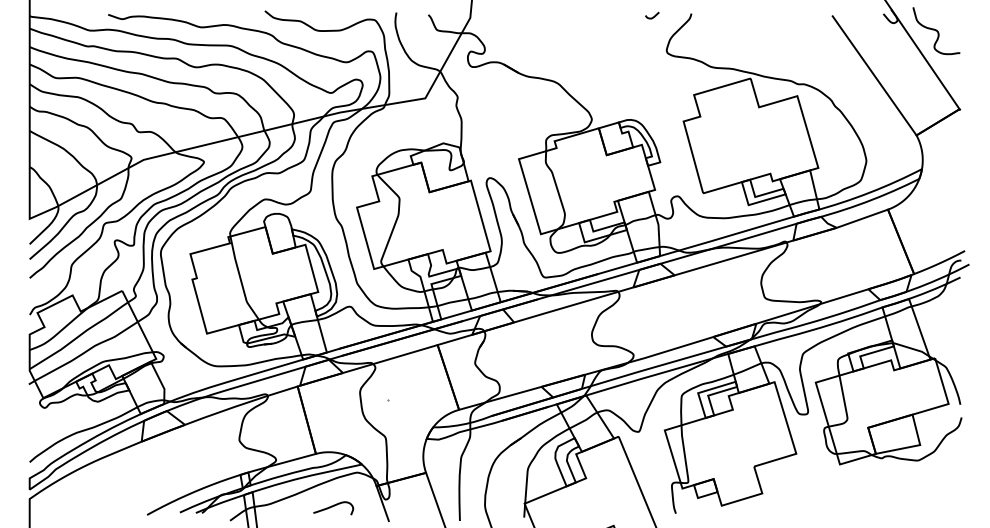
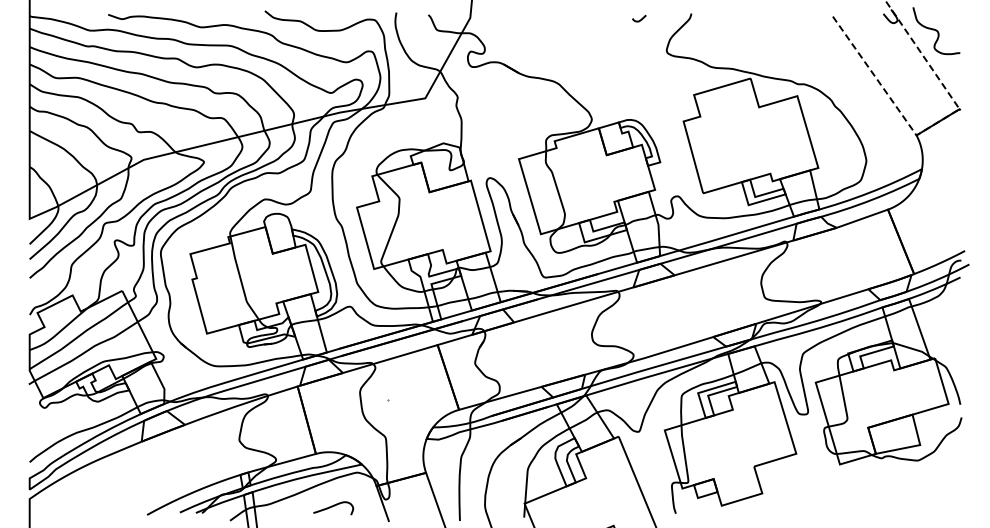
curve at (653, 16) position: (653, 16) -> (640, 19)
line at (931, 126): solid -> dashed
